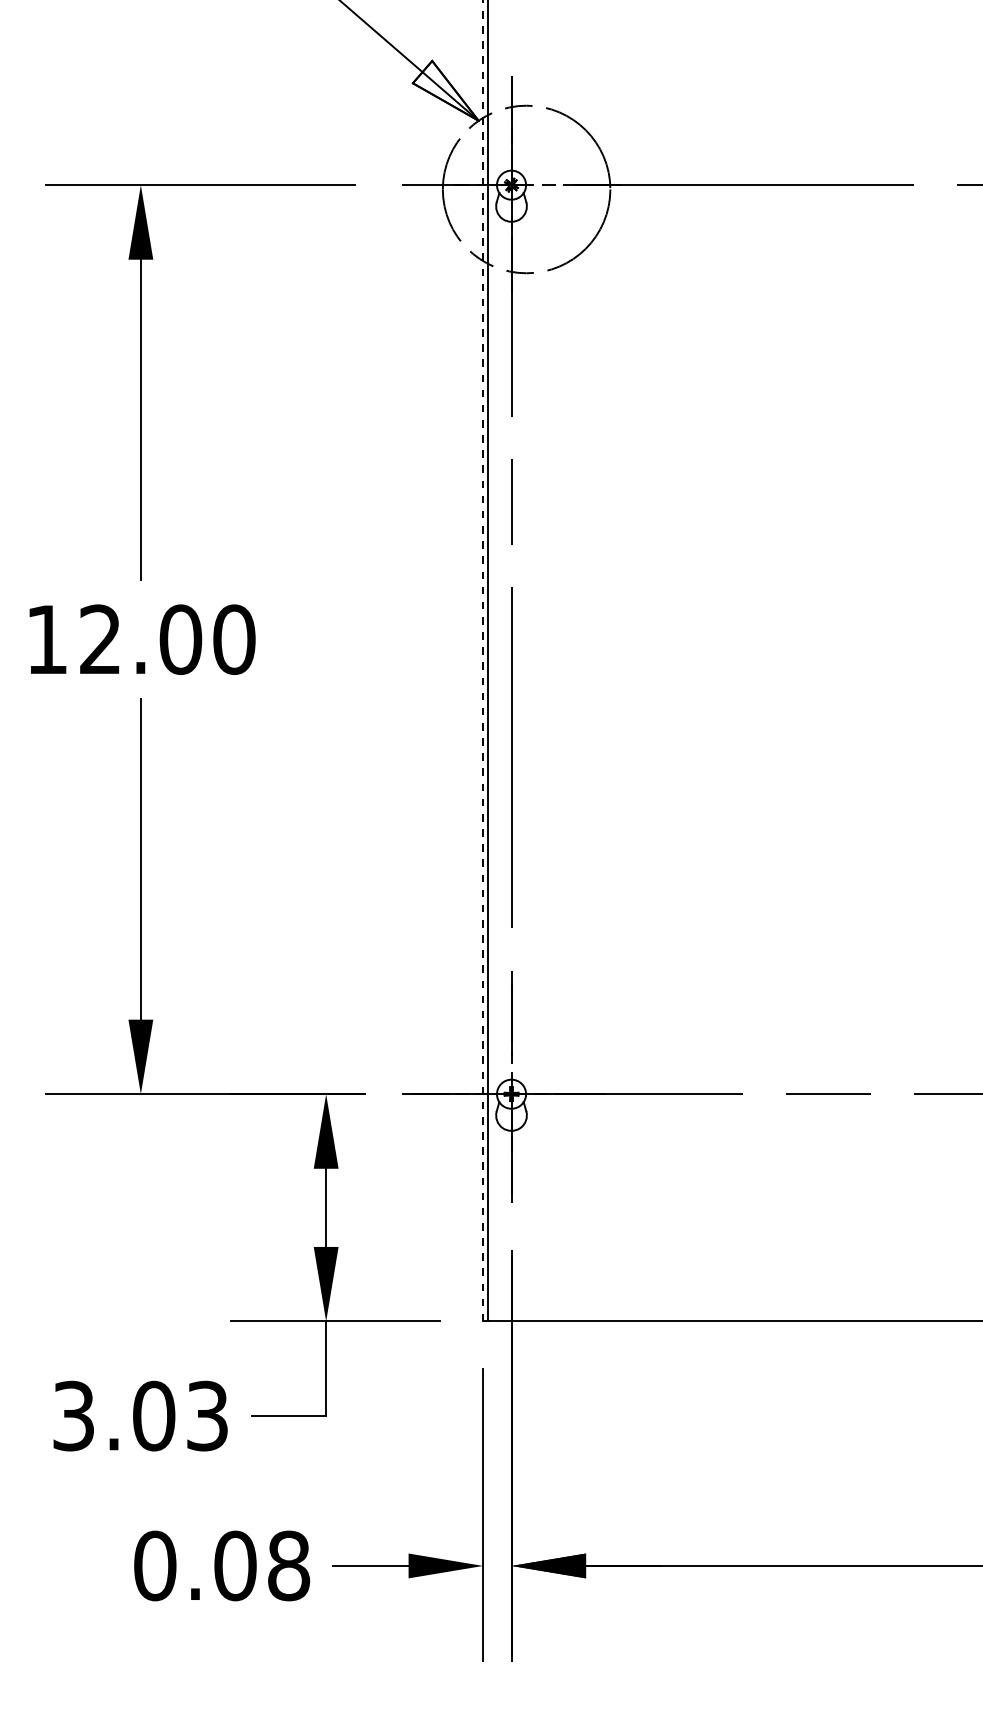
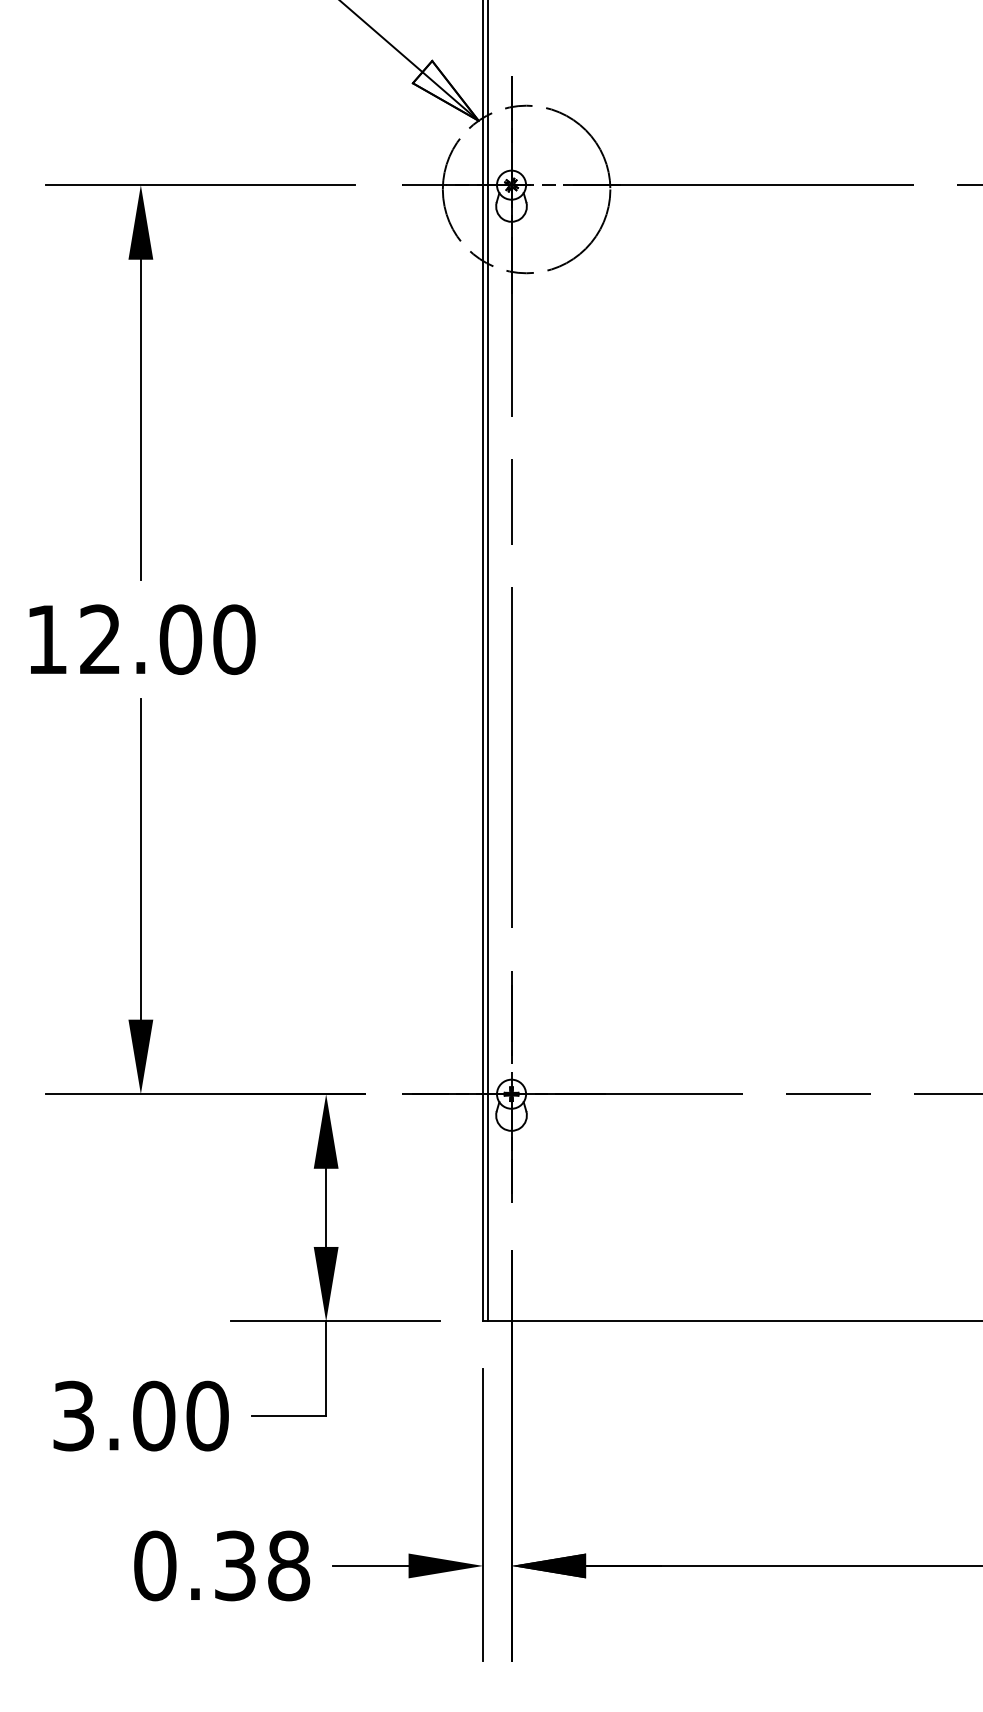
line at (483, 660): dashed -> solid
text at (207, 1415): 3.03 -> 3.00
text at (235, 1565): 0.08 -> 0.38
